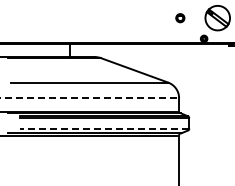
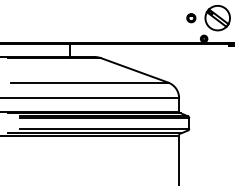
part at (180, 18) position: (180, 18) -> (191, 18)
line at (88, 98): dashed -> solid
line at (104, 128): dashed -> solid
